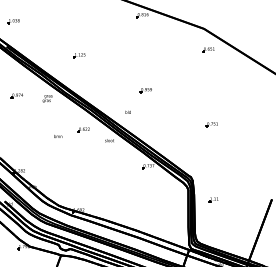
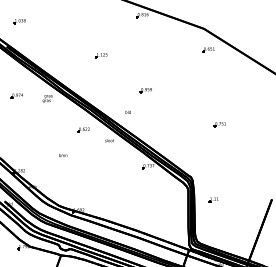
part at (13, 21) position: (13, 21) -> (19, 21)
part at (79, 55) position: (79, 55) -> (101, 55)
part at (211, 124) position: (211, 124) -> (219, 124)
text at (58, 136) position: (58, 136) -> (63, 155)
